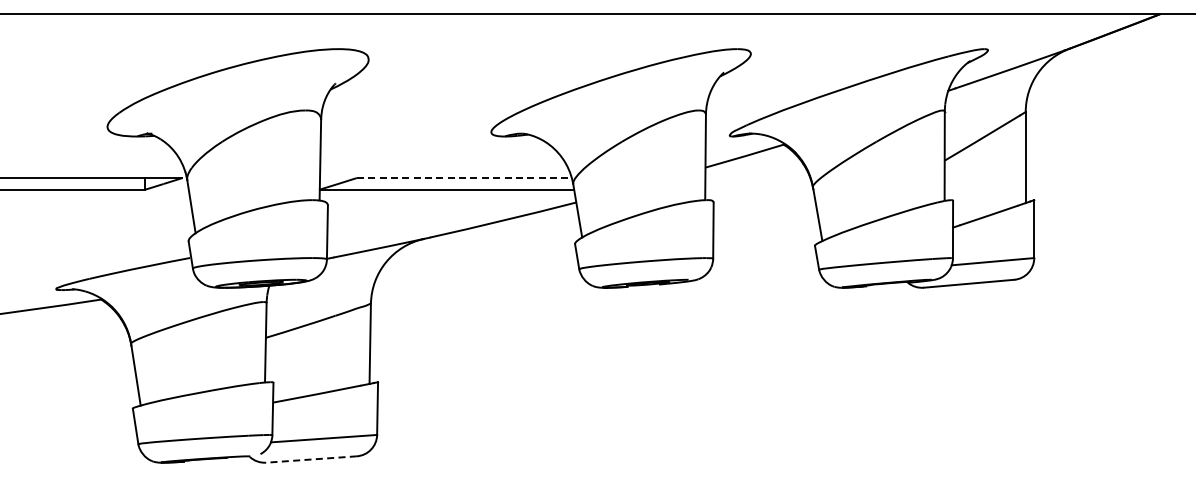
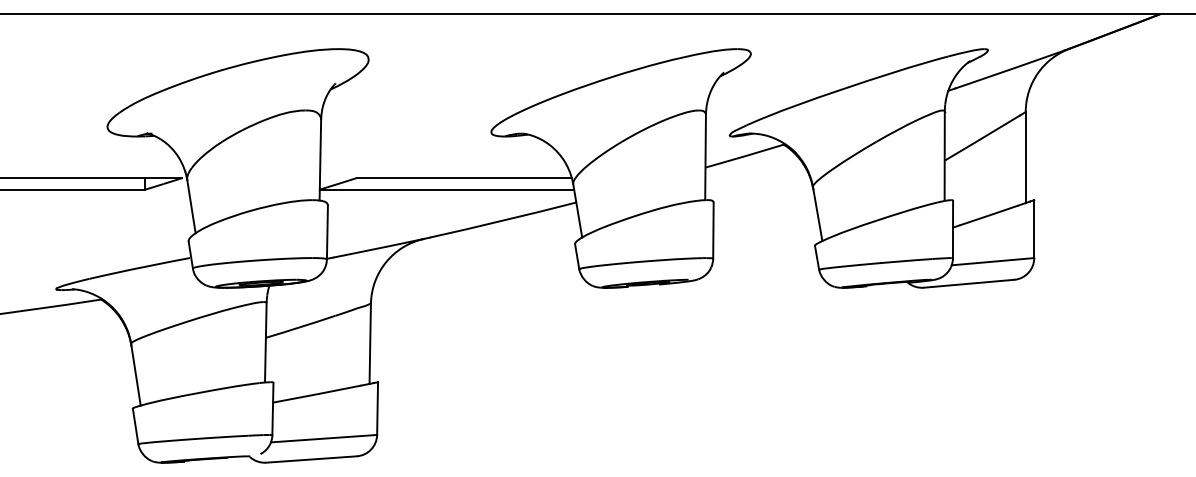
line at (464, 178): dashed -> solid
line at (311, 459): dashed -> solid
